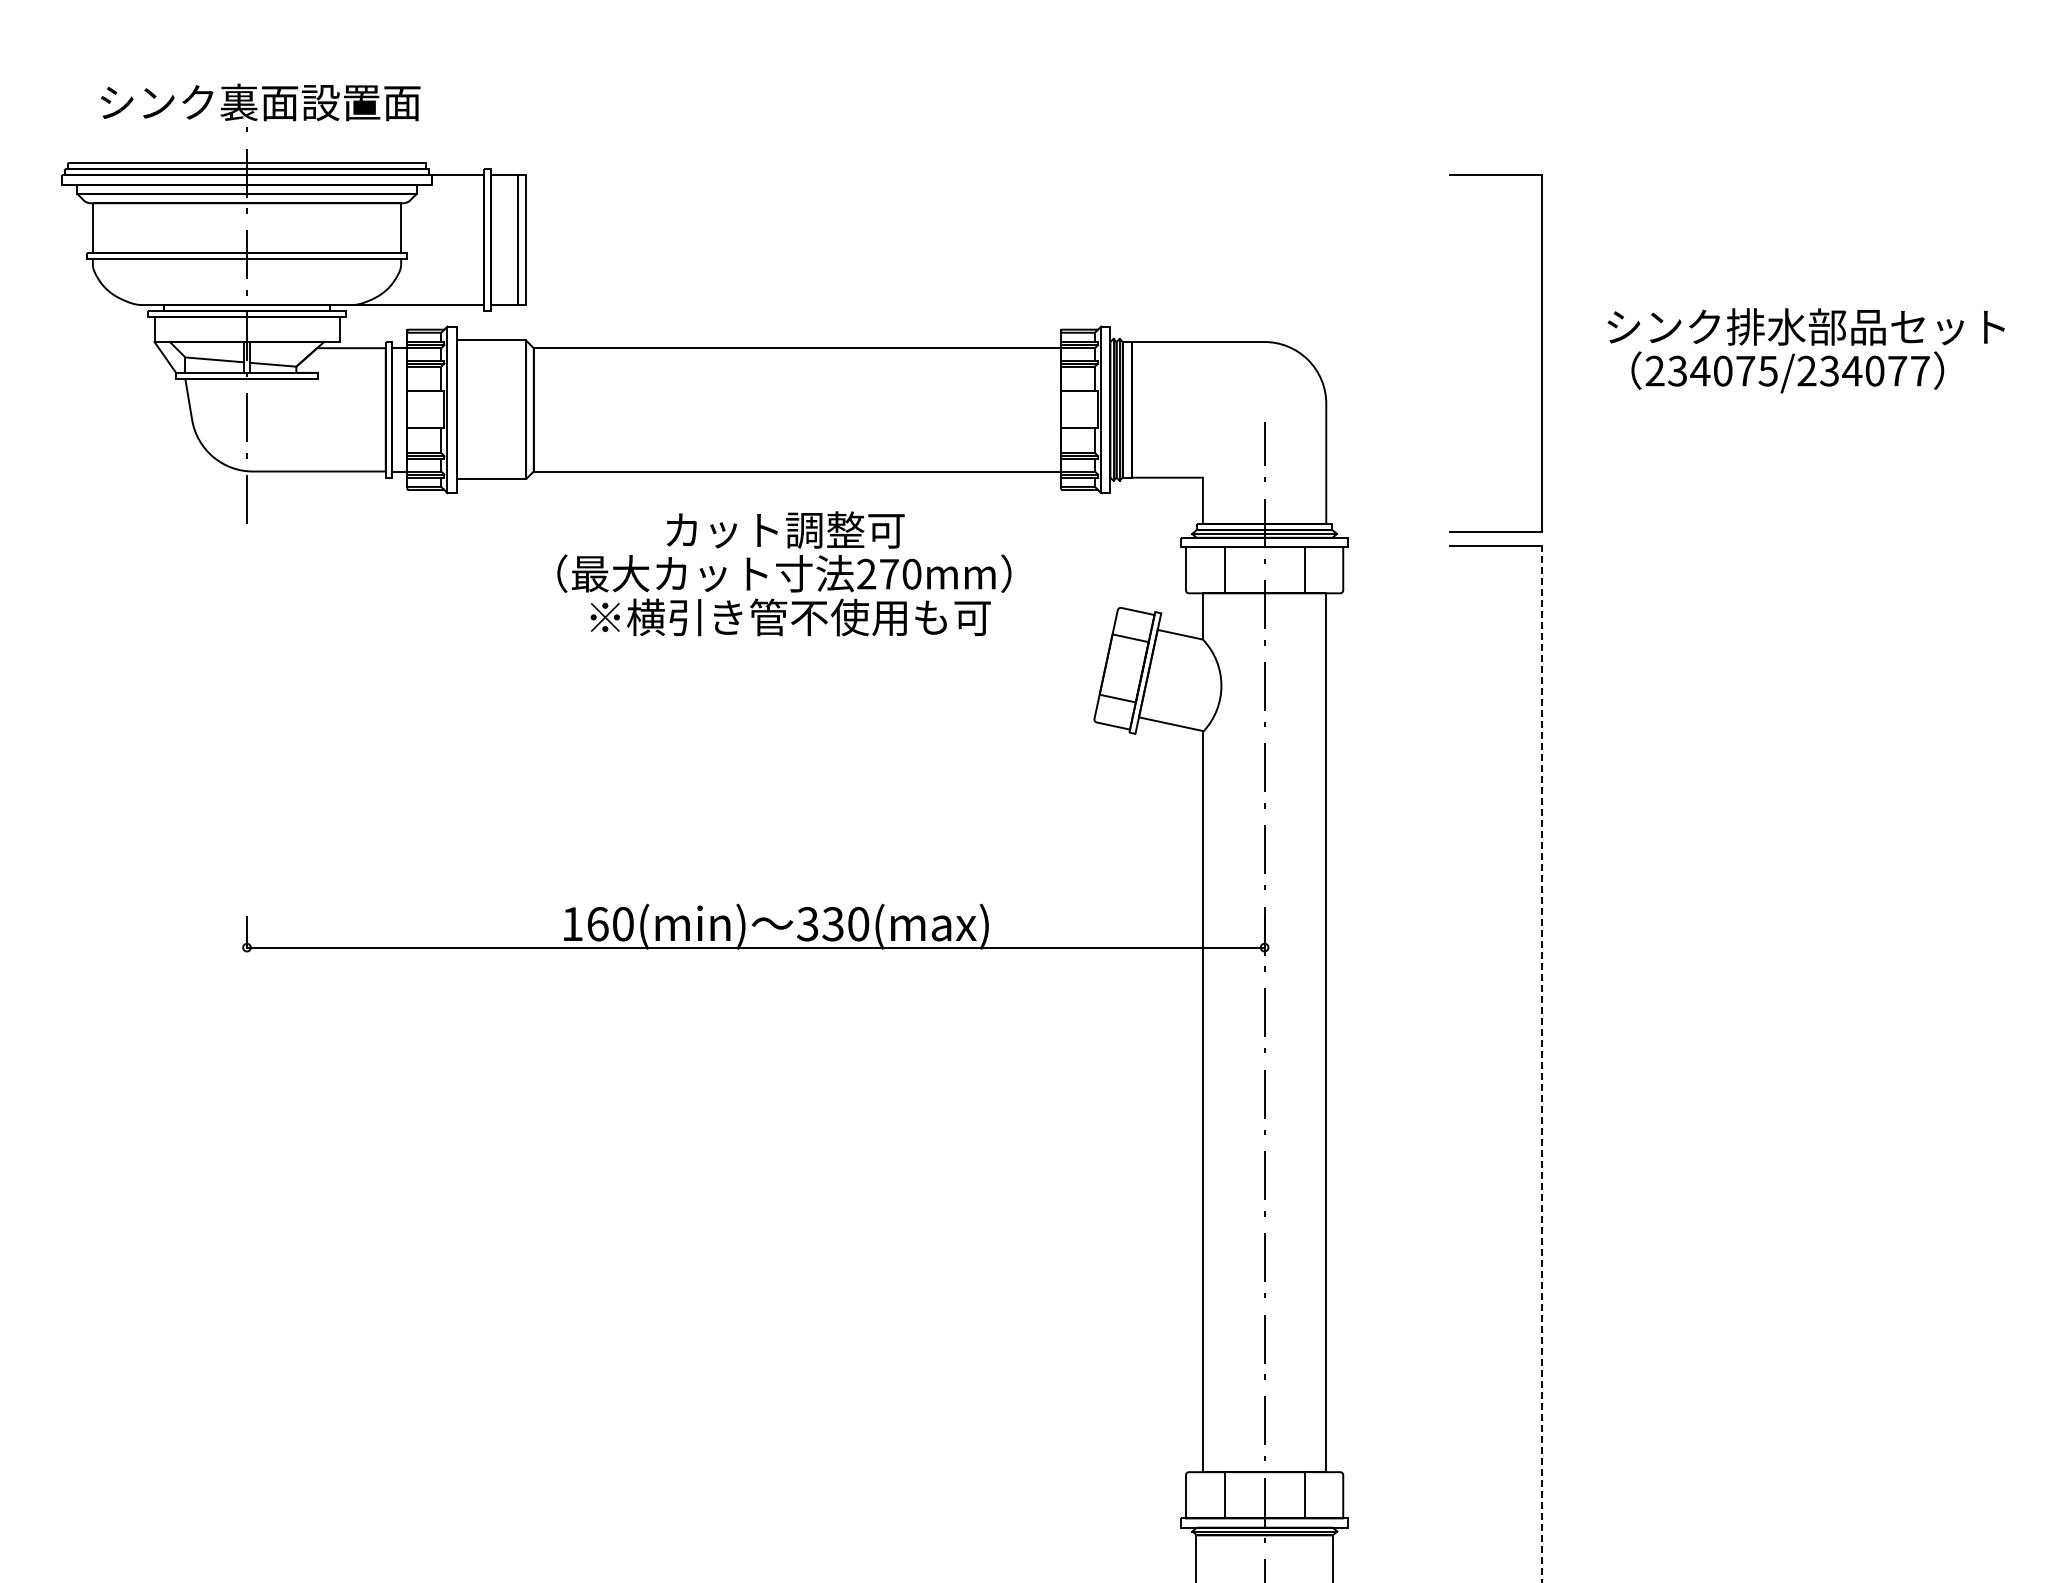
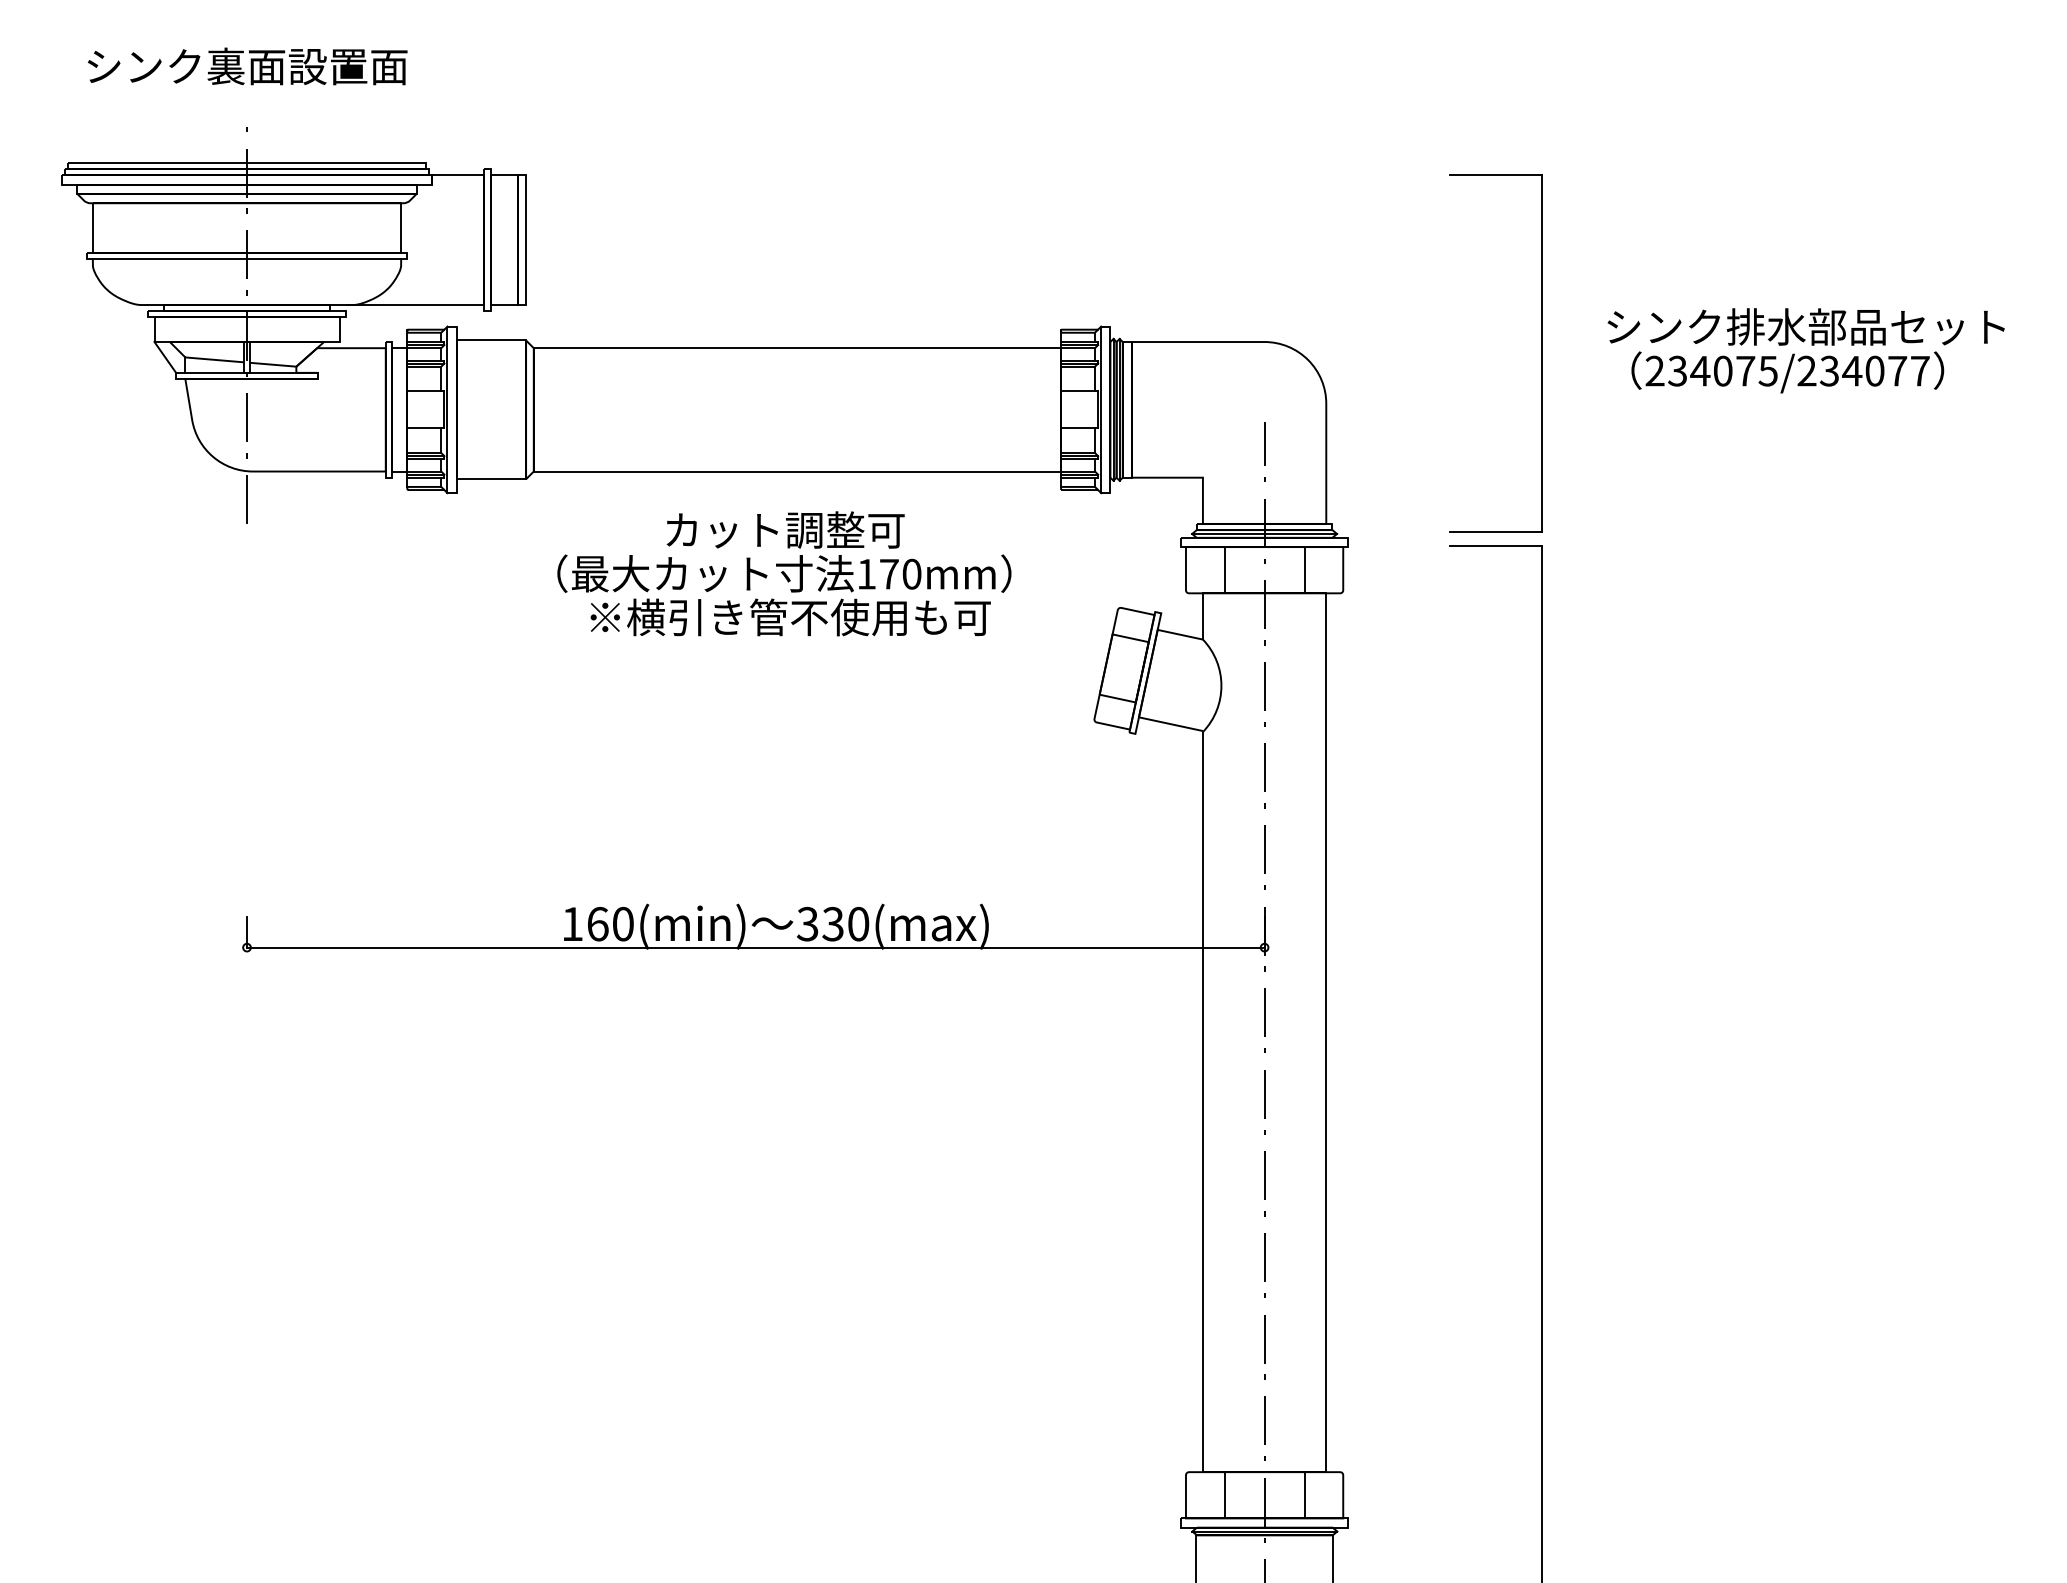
text at (260, 102) position: (260, 102) -> (247, 66)
text at (866, 573): 270mm -> 170mm
line at (1542, 1063): dashed -> solid
